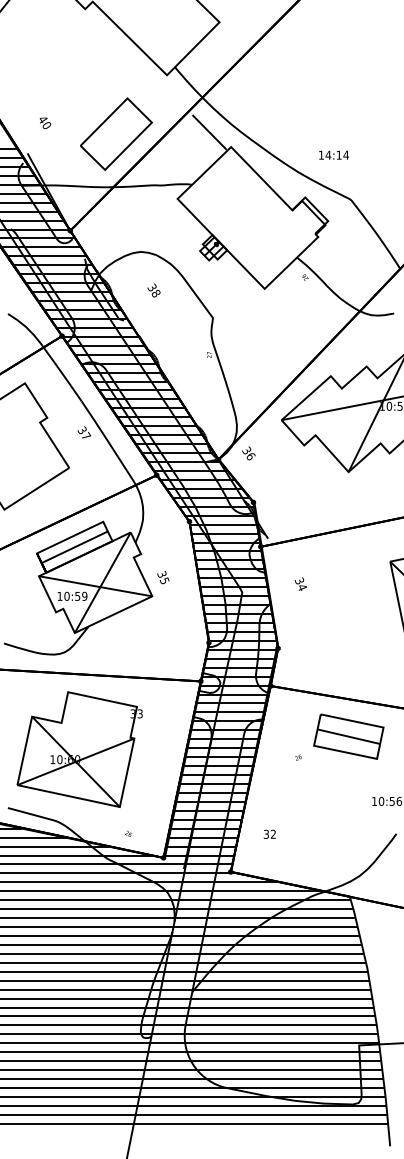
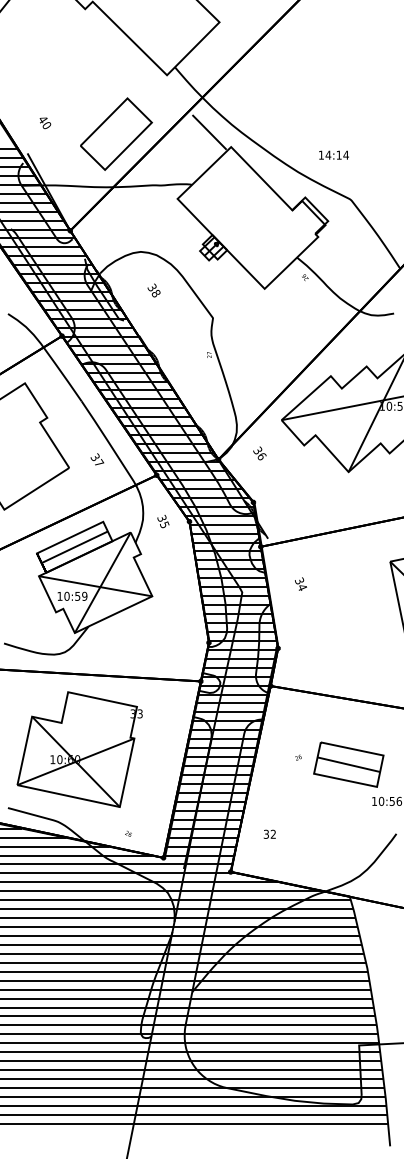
text at (84, 432) position: (84, 432) -> (97, 459)
text at (248, 453) position: (248, 453) -> (259, 453)
text at (163, 577) position: (163, 577) -> (163, 521)
part at (348, 736) position: (348, 736) -> (348, 764)
